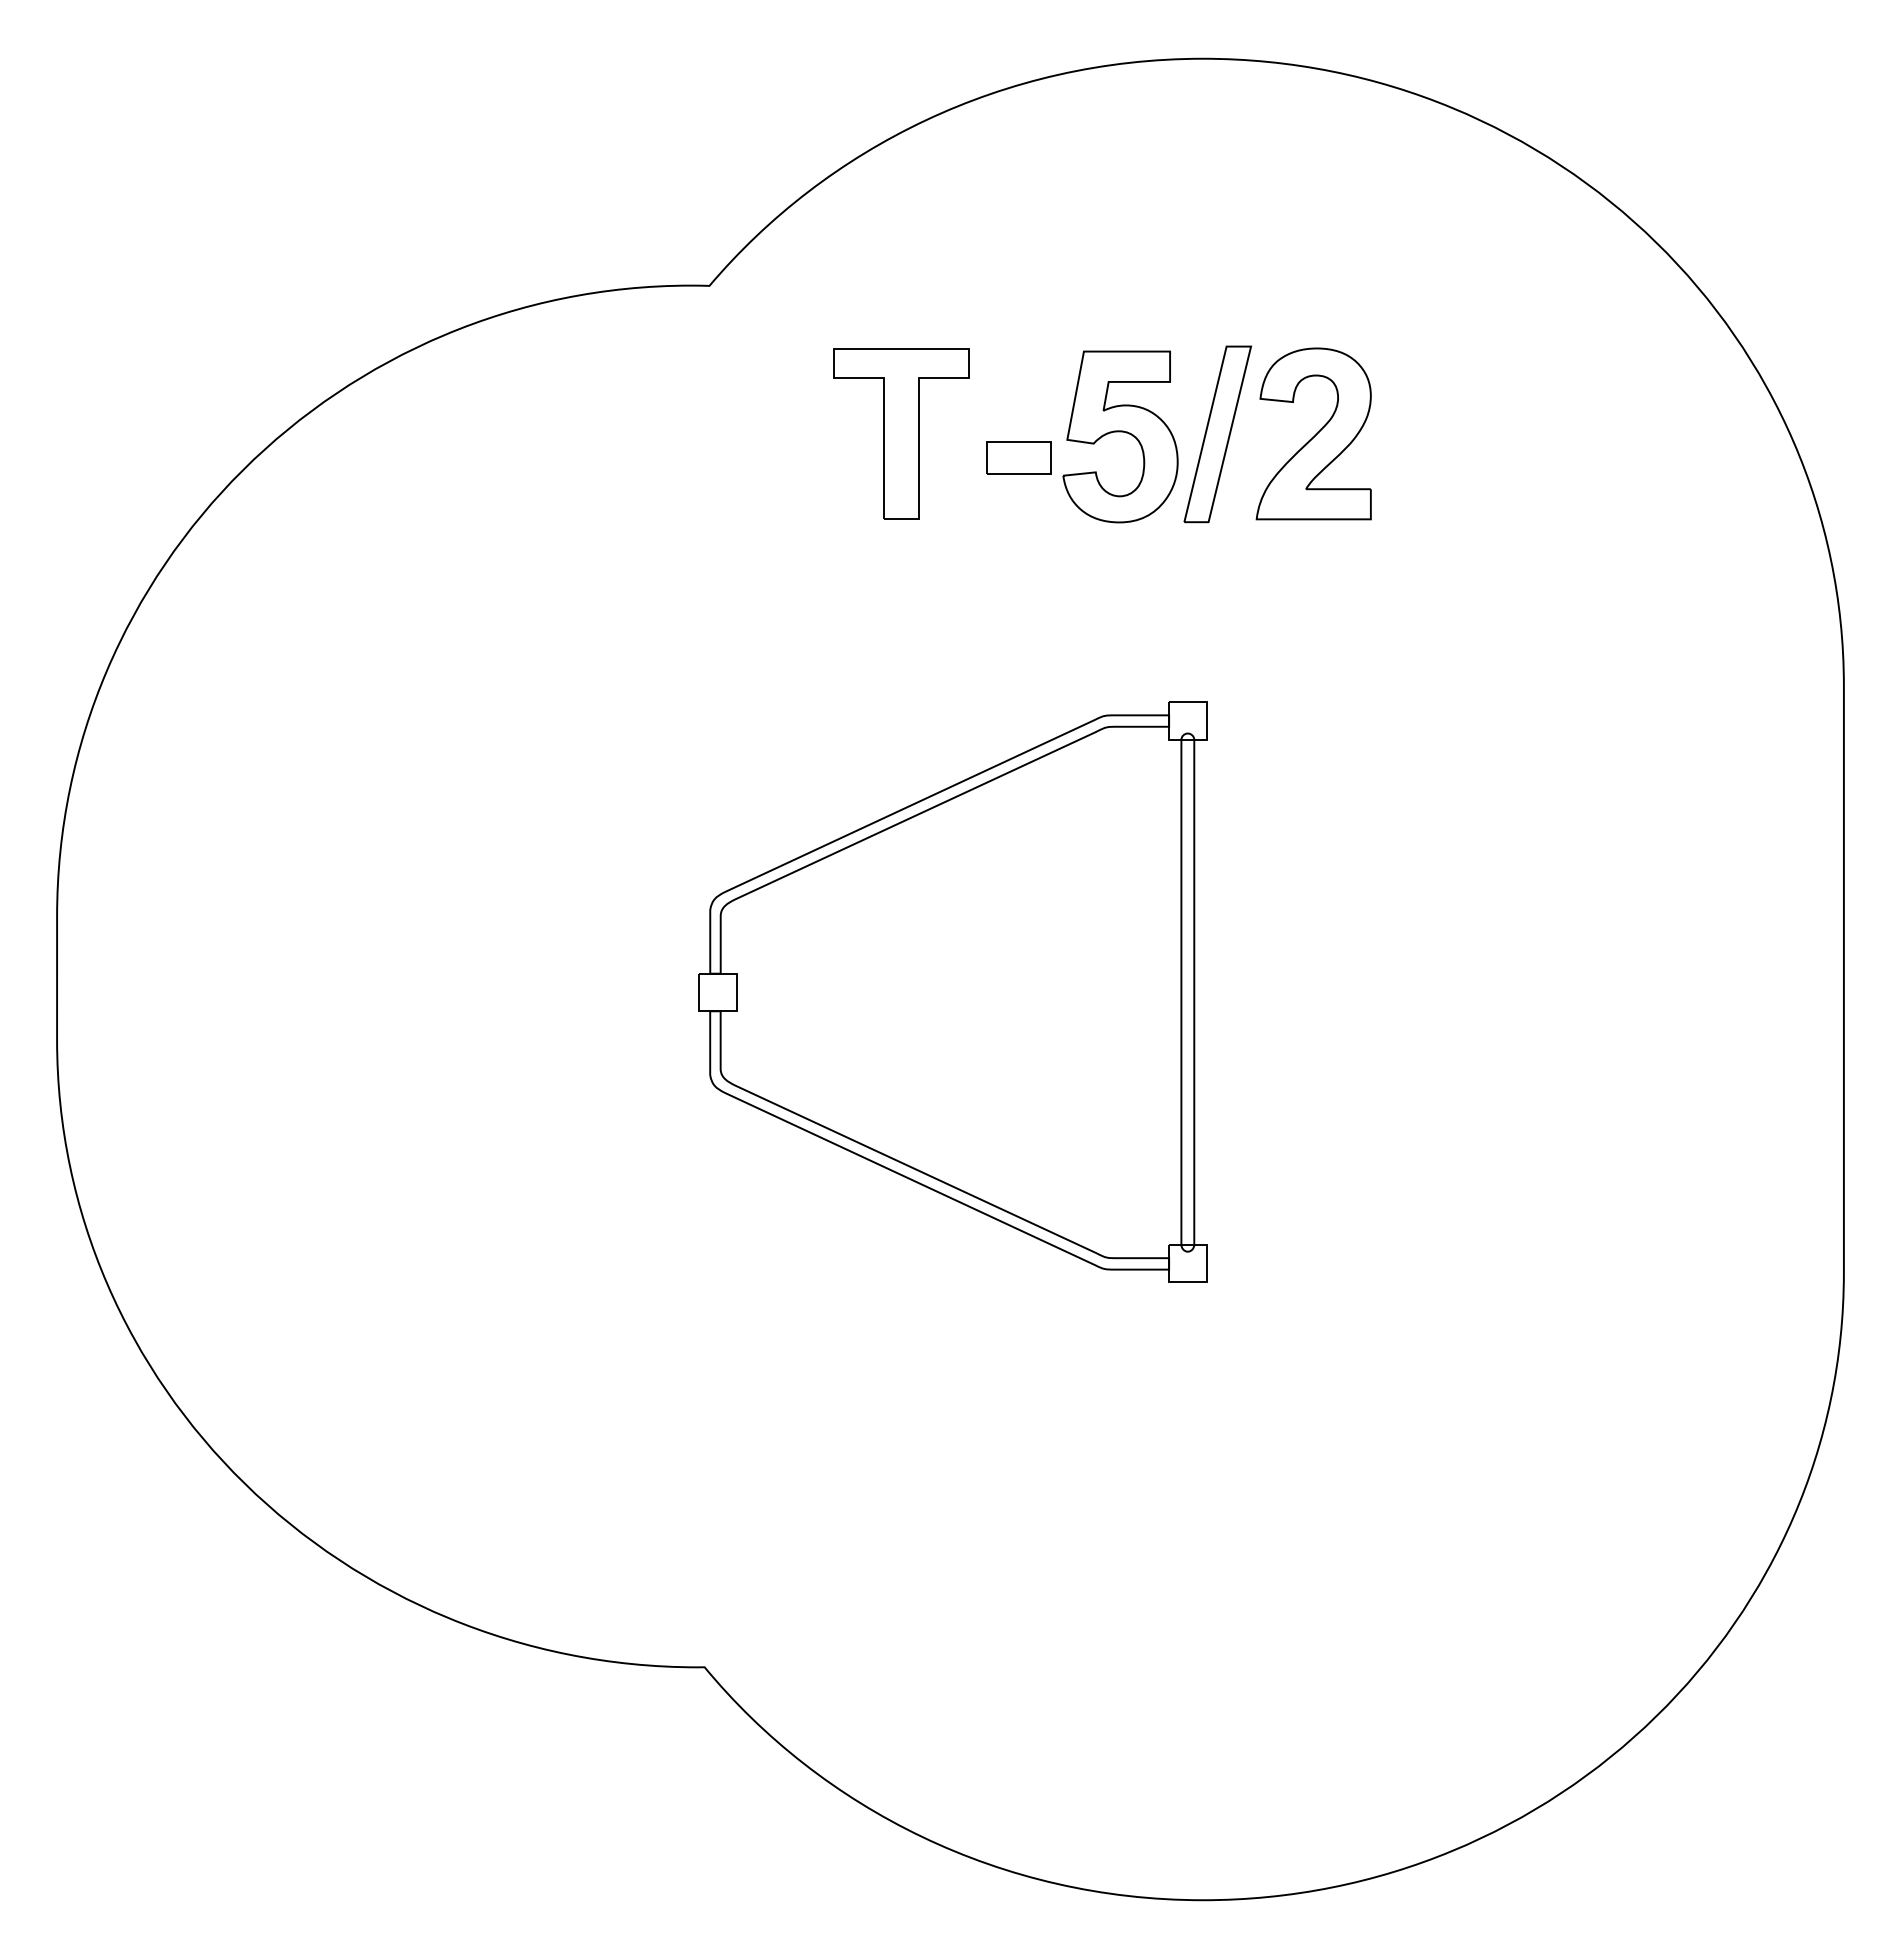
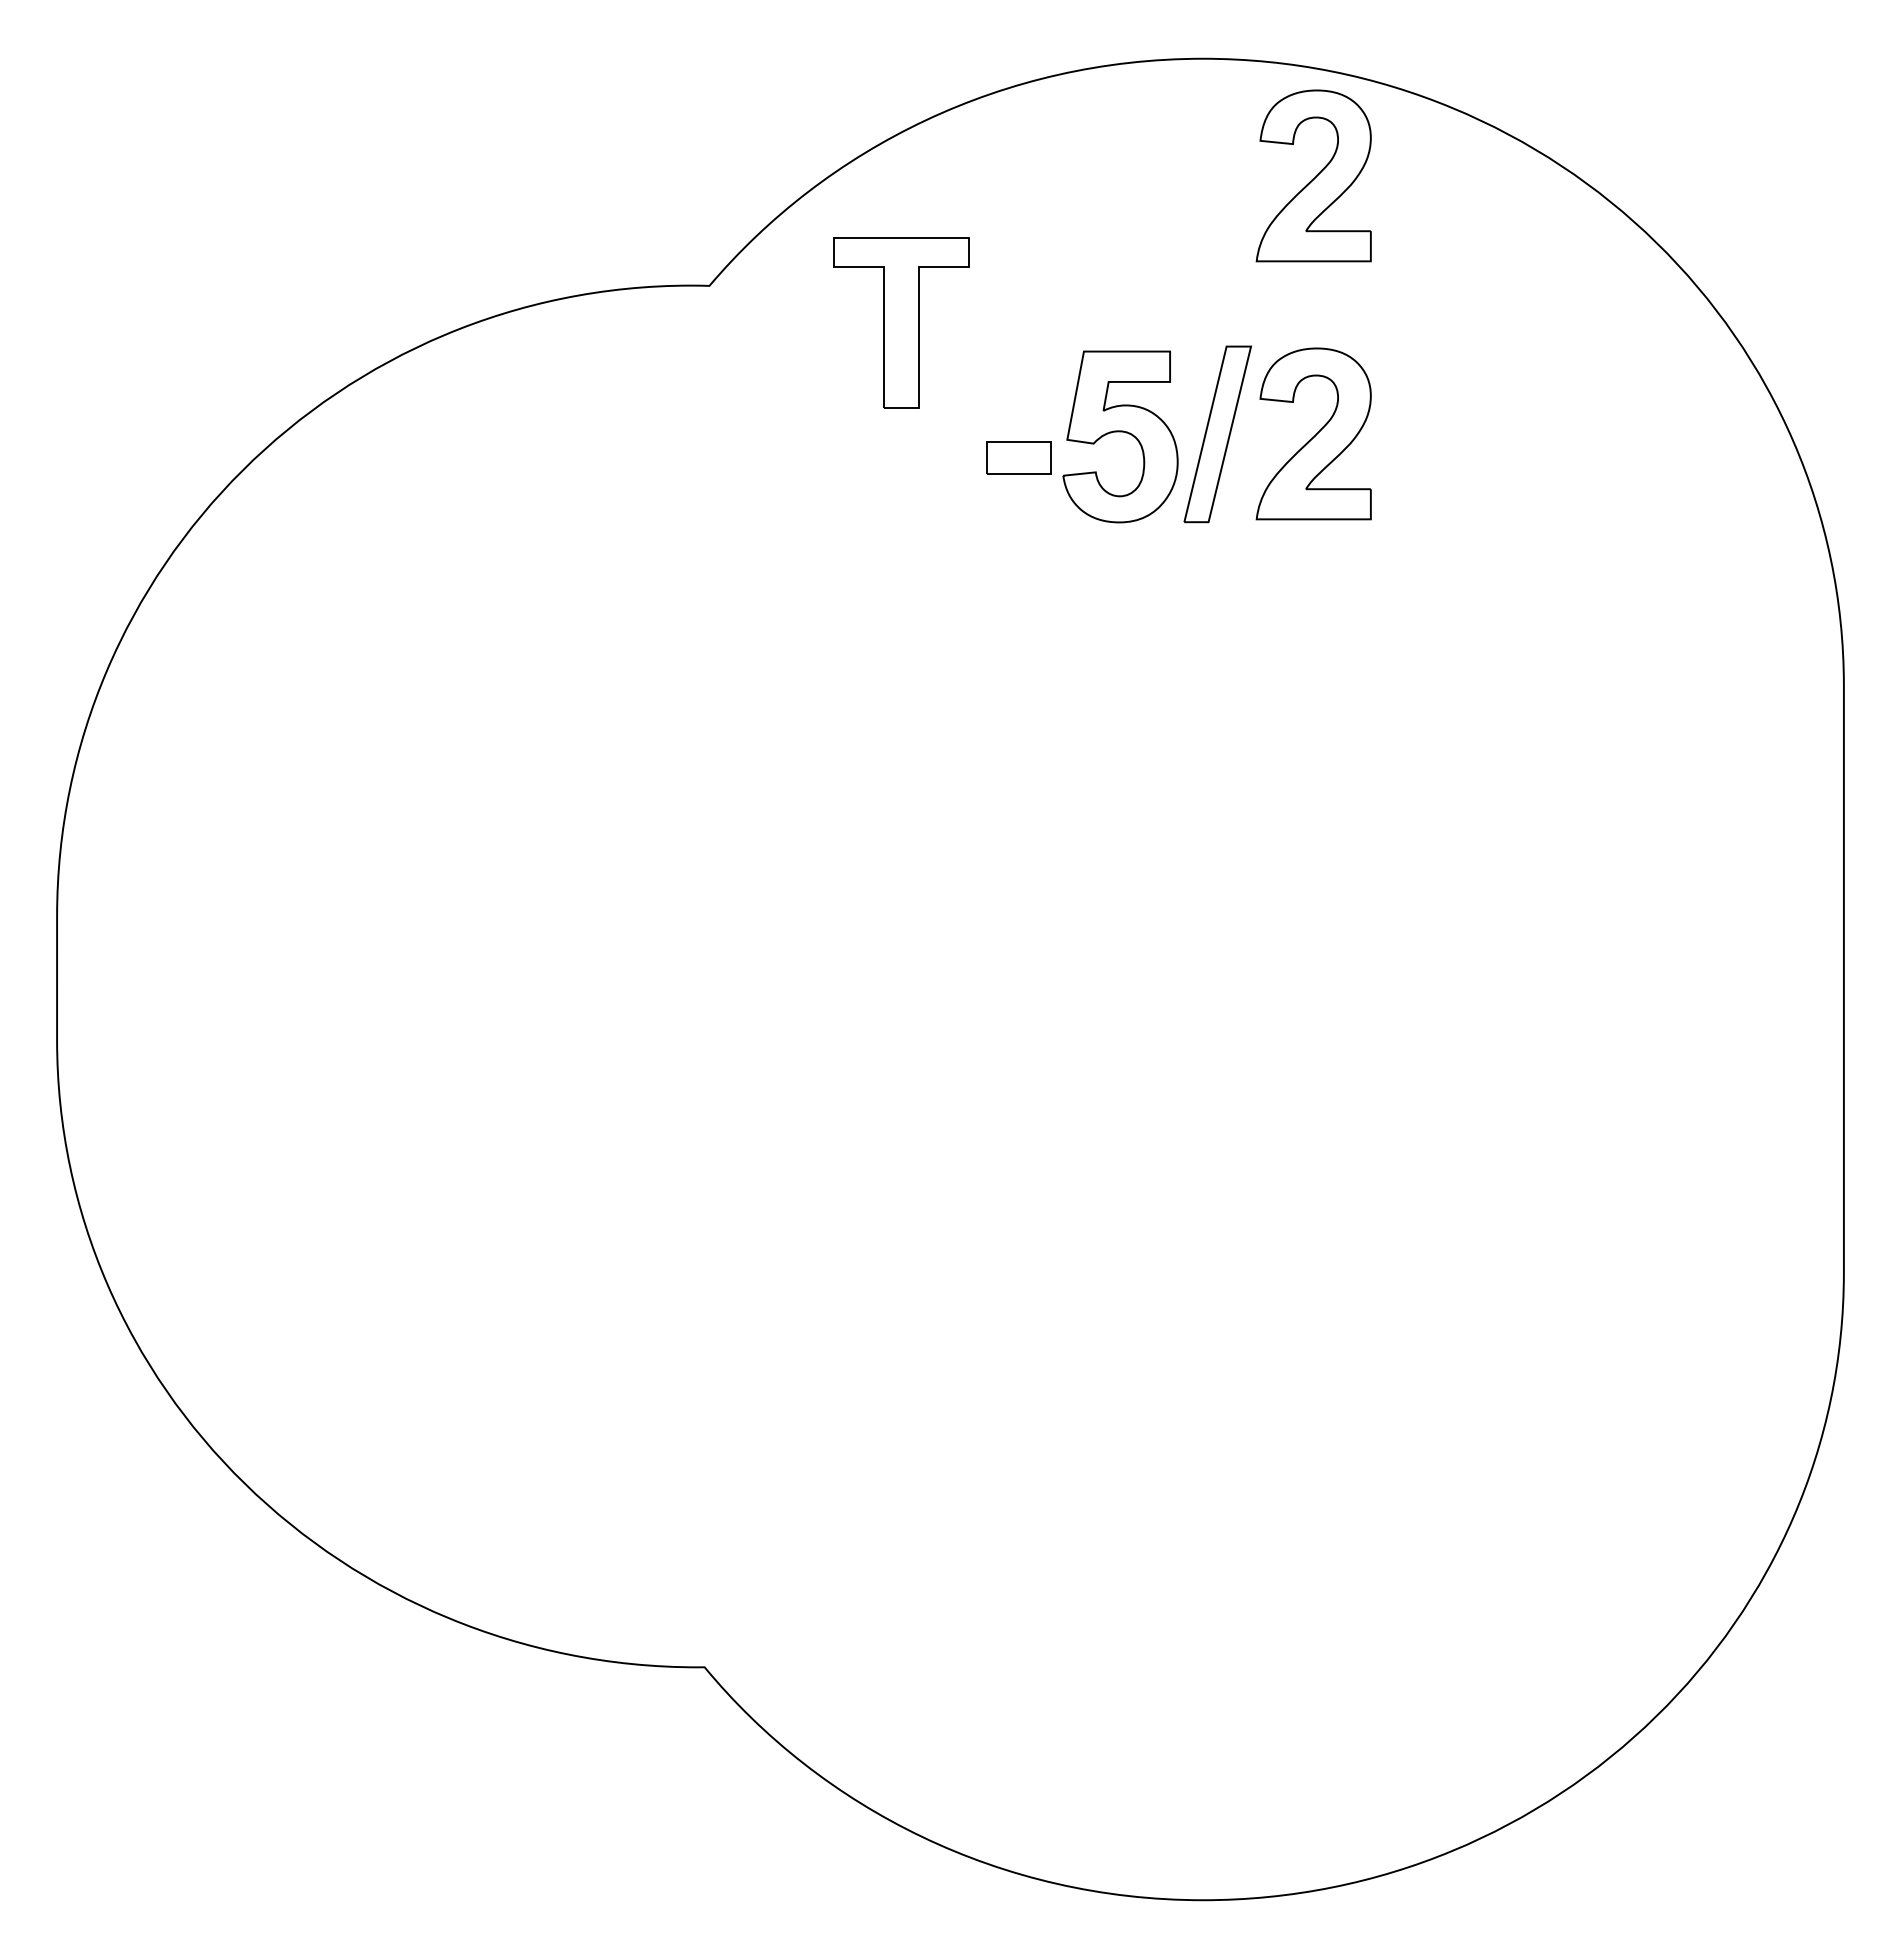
part at (1313, 175): none -> present
part at (901, 433) position: (901, 433) -> (901, 322)
part at (952, 991): present -> none
